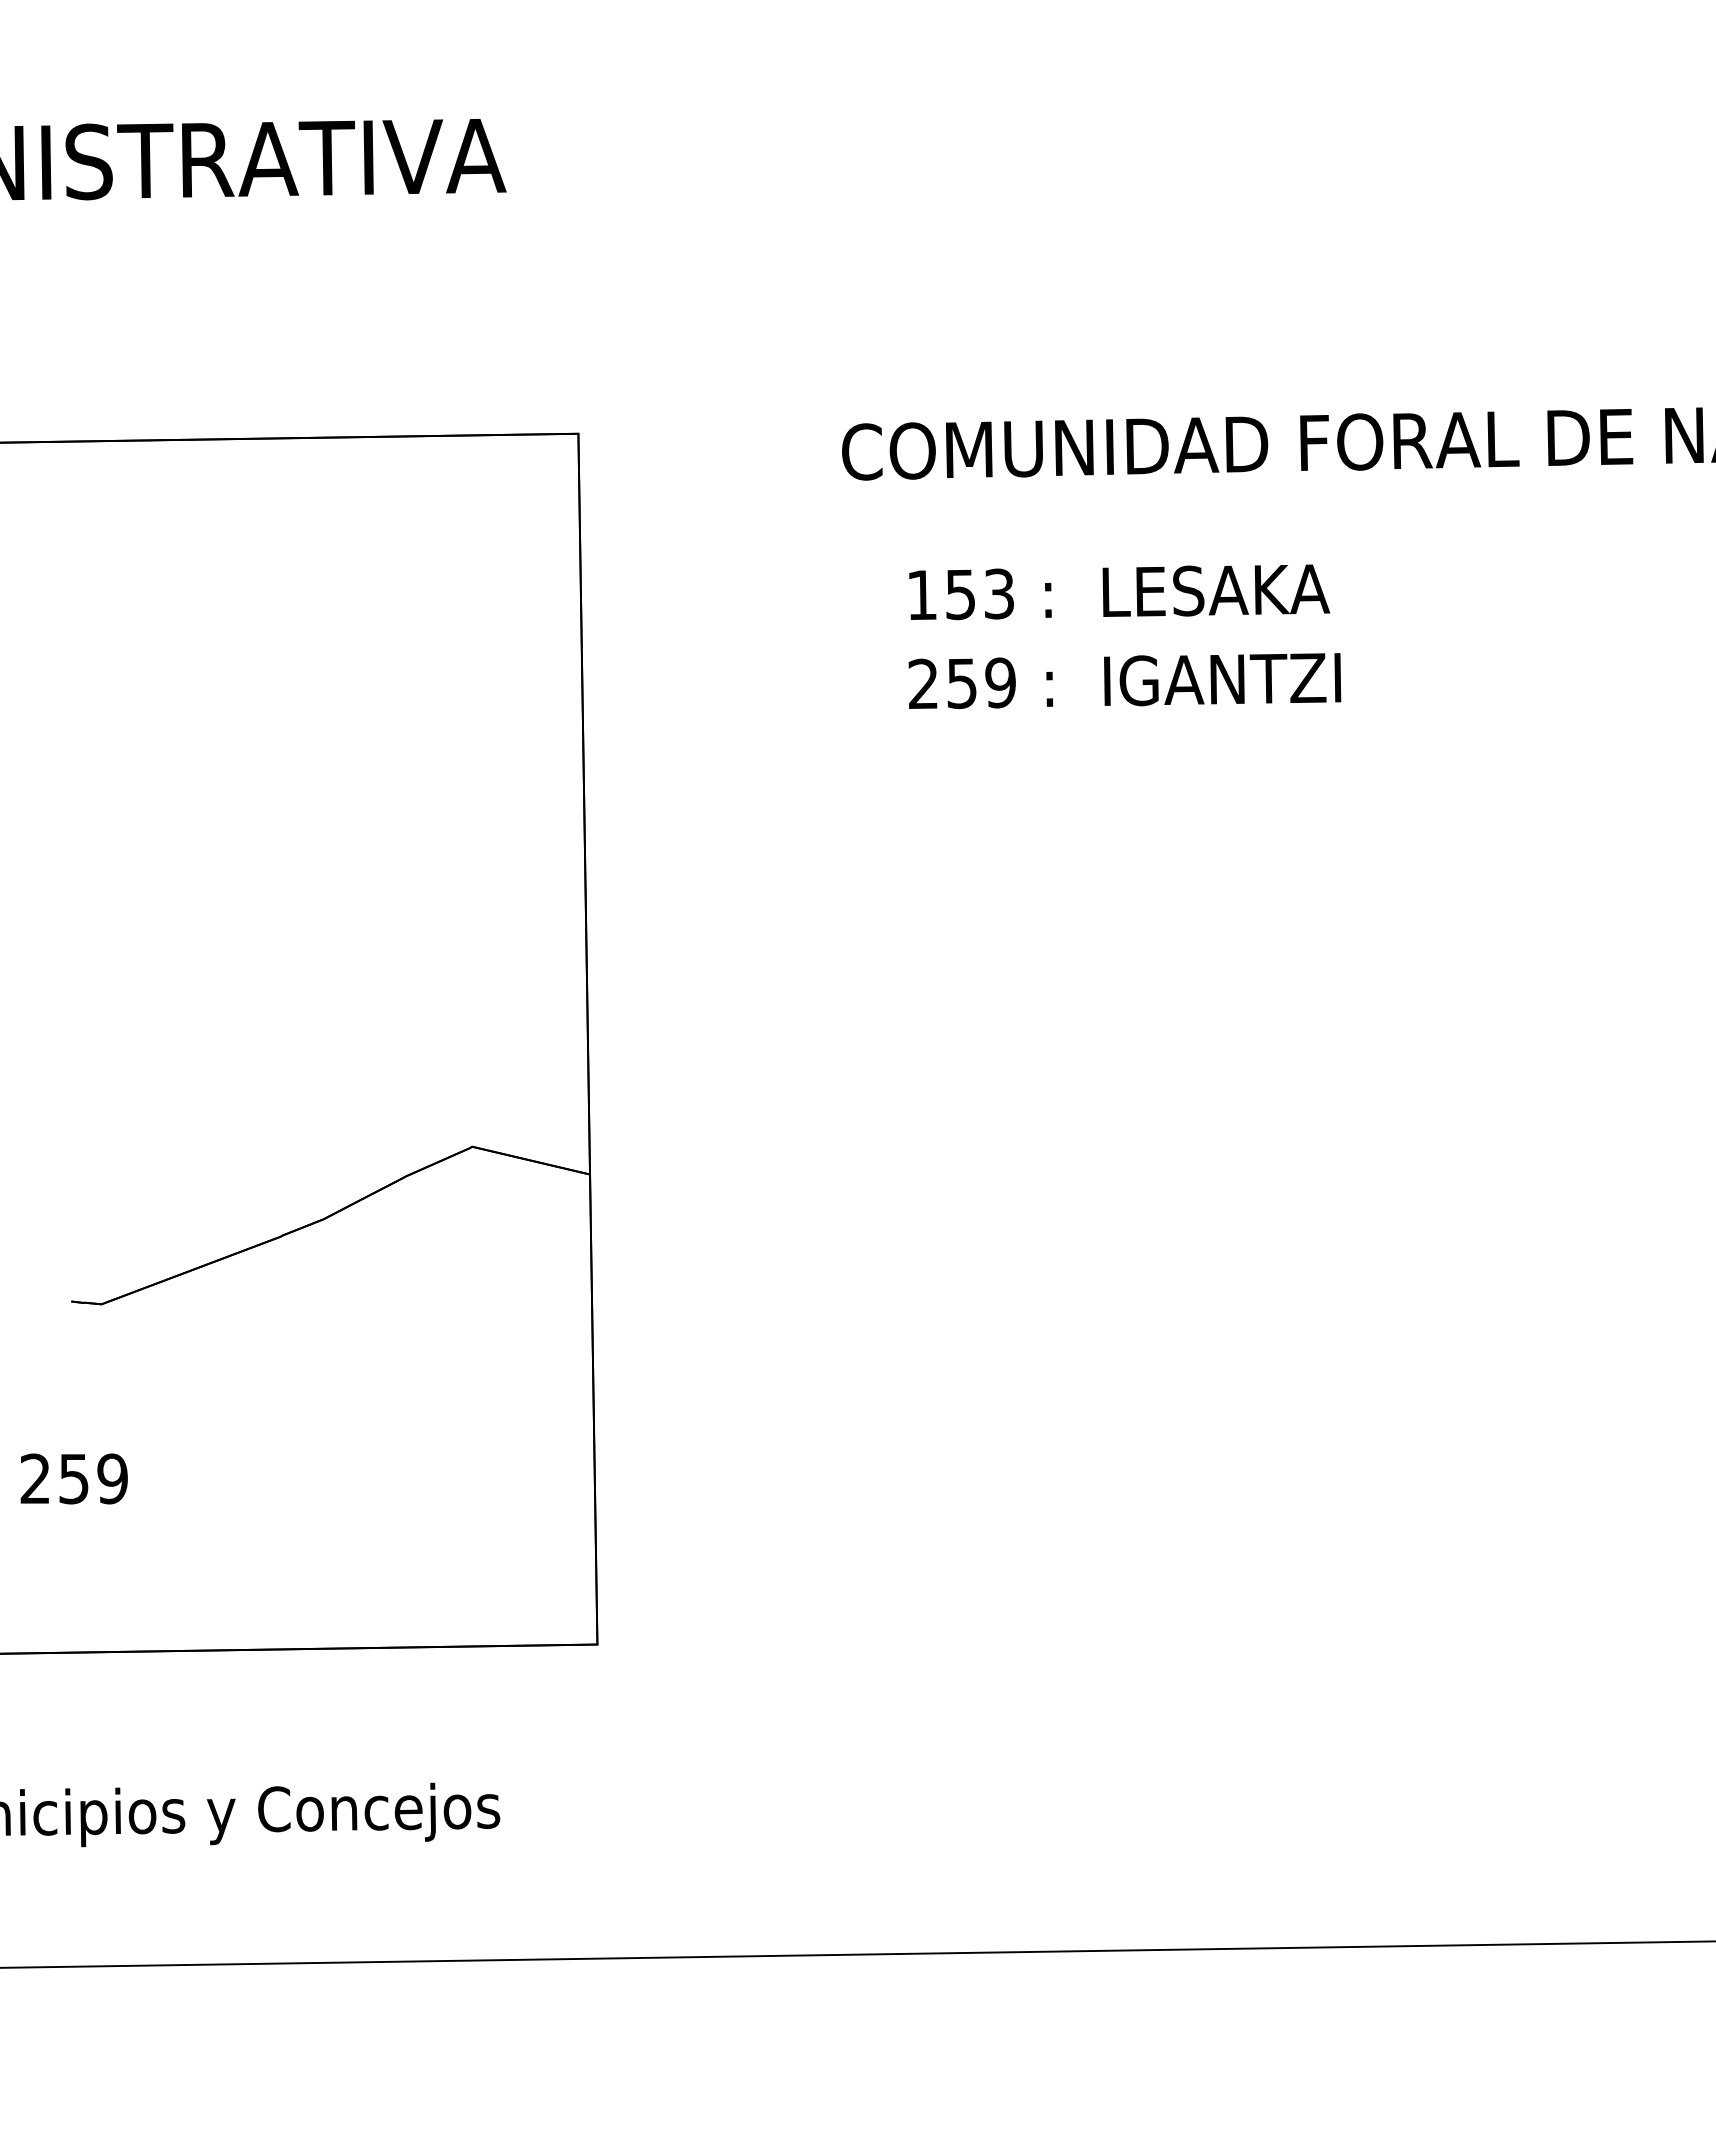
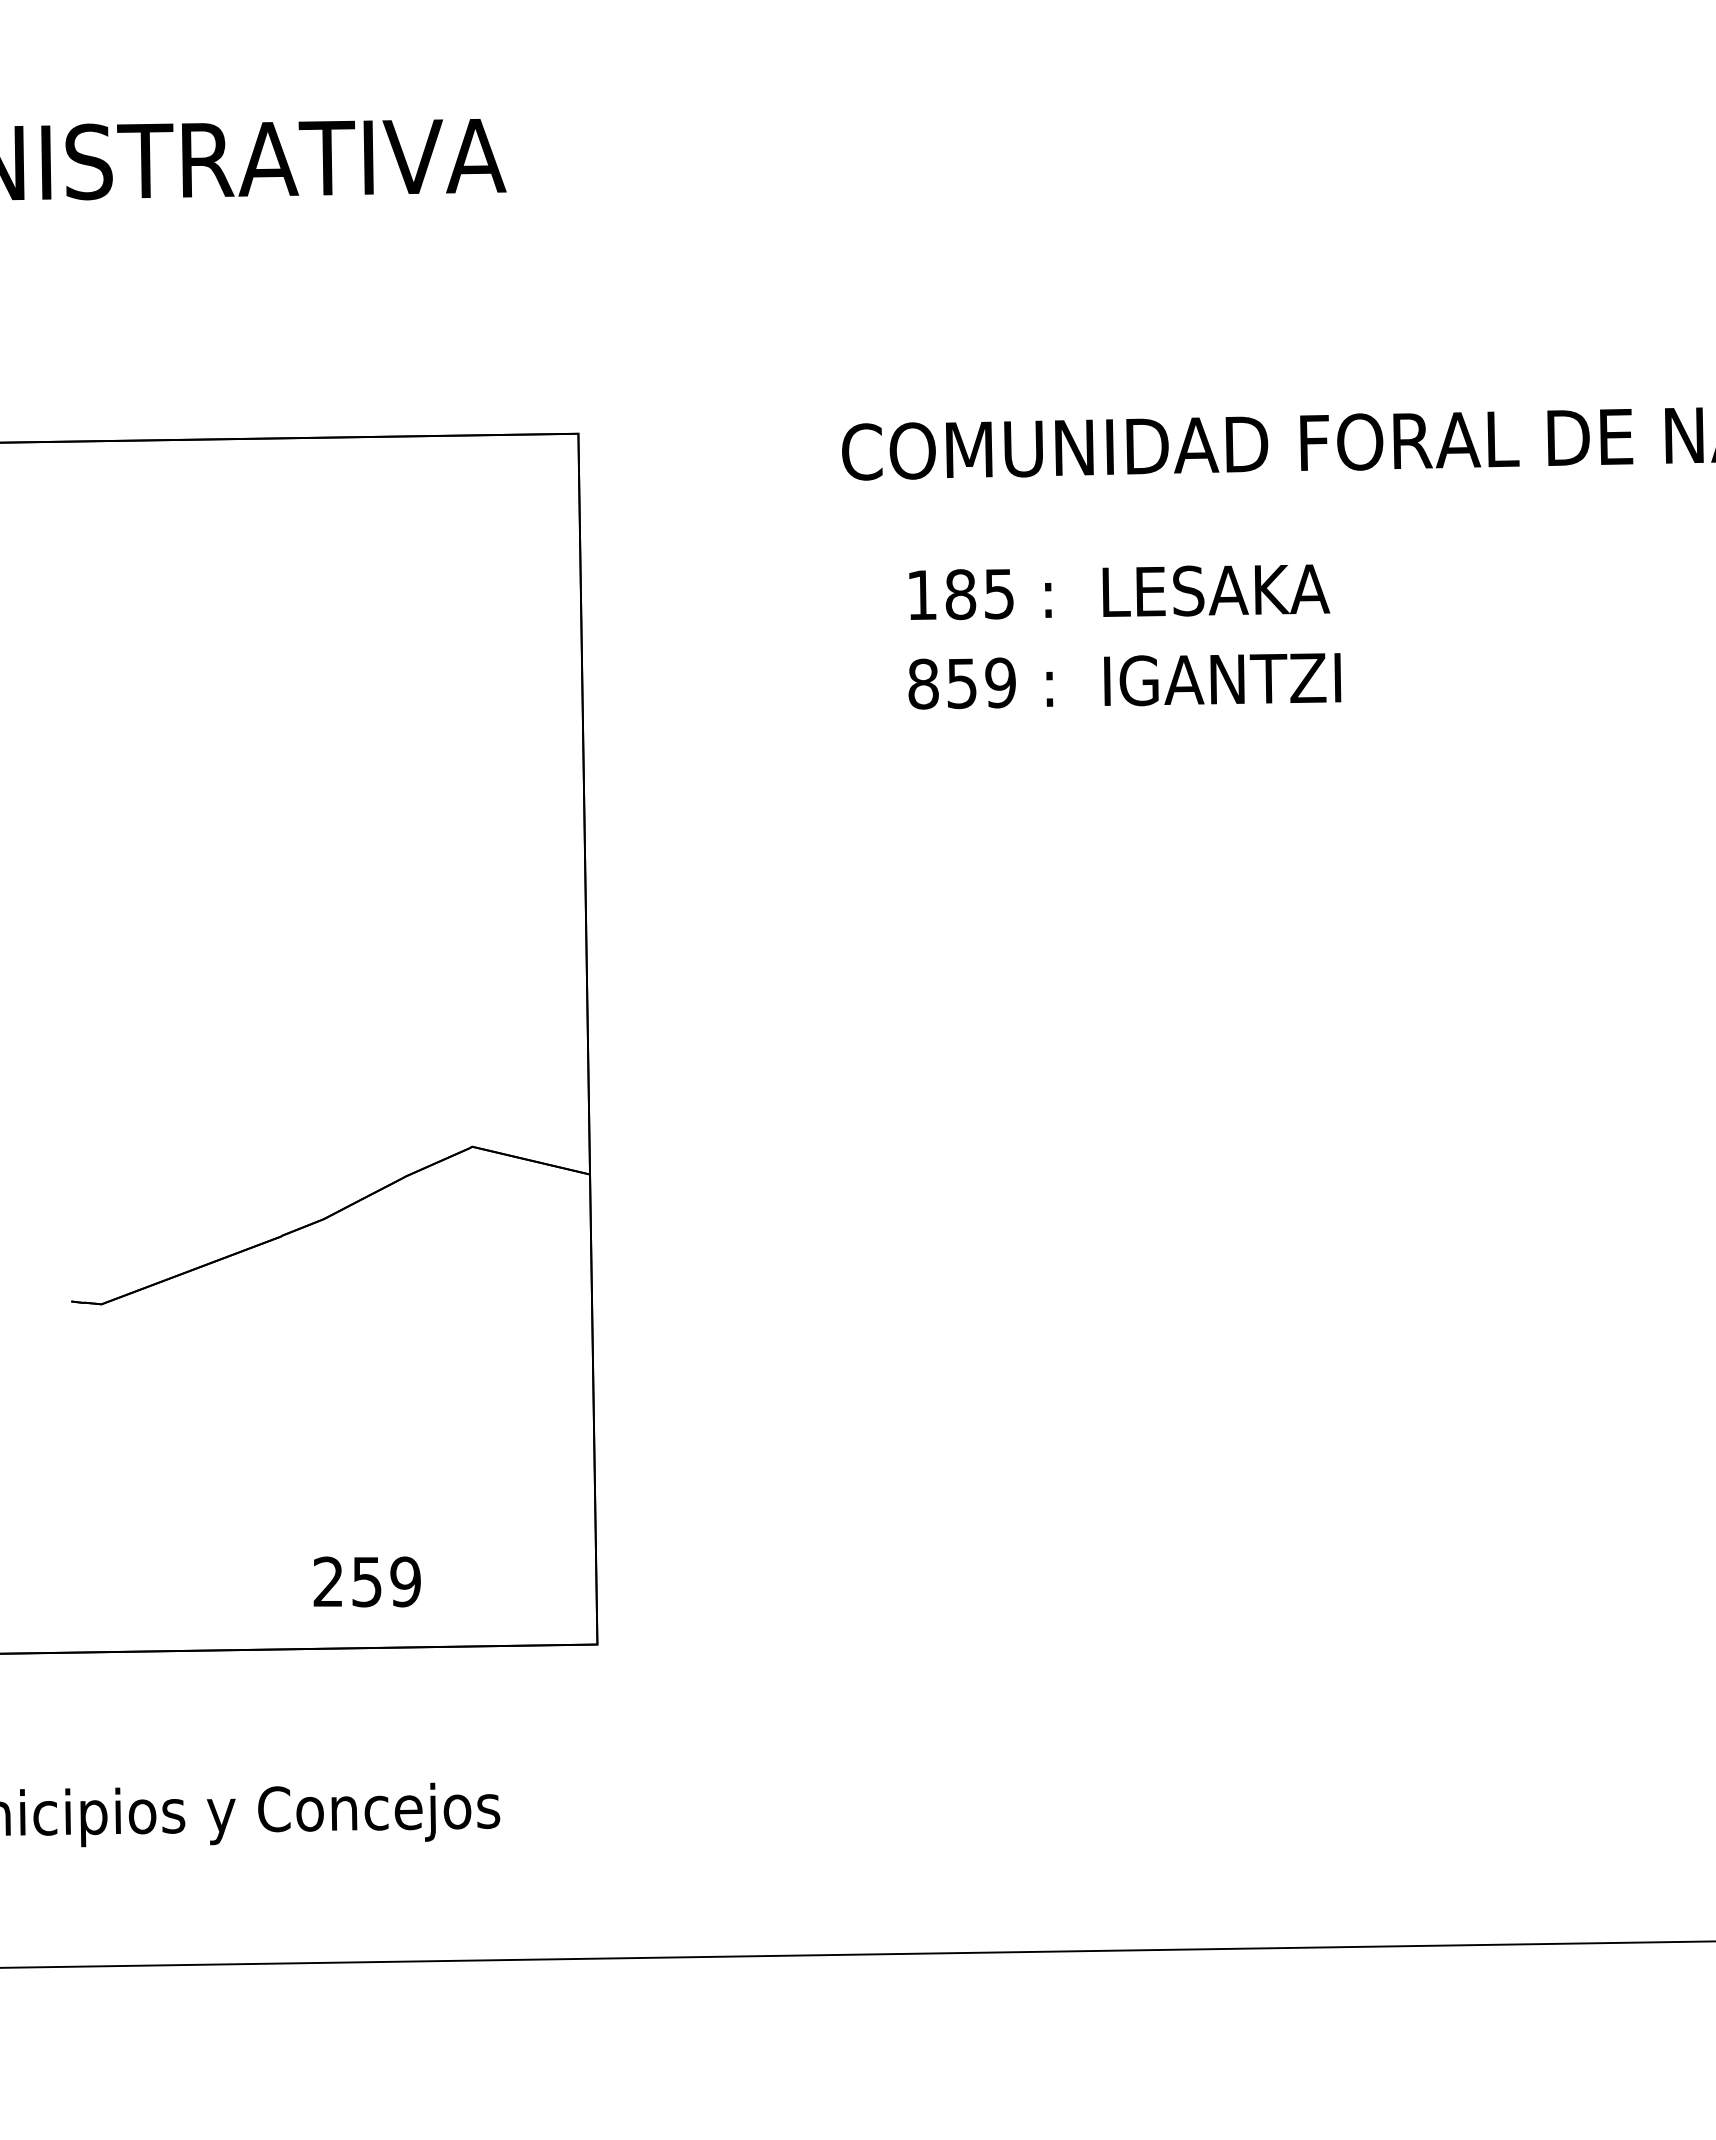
text at (979, 594): 153 -> 185
text at (923, 683): 259 -> 859
text at (73, 1478) position: (73, 1478) -> (366, 1581)
